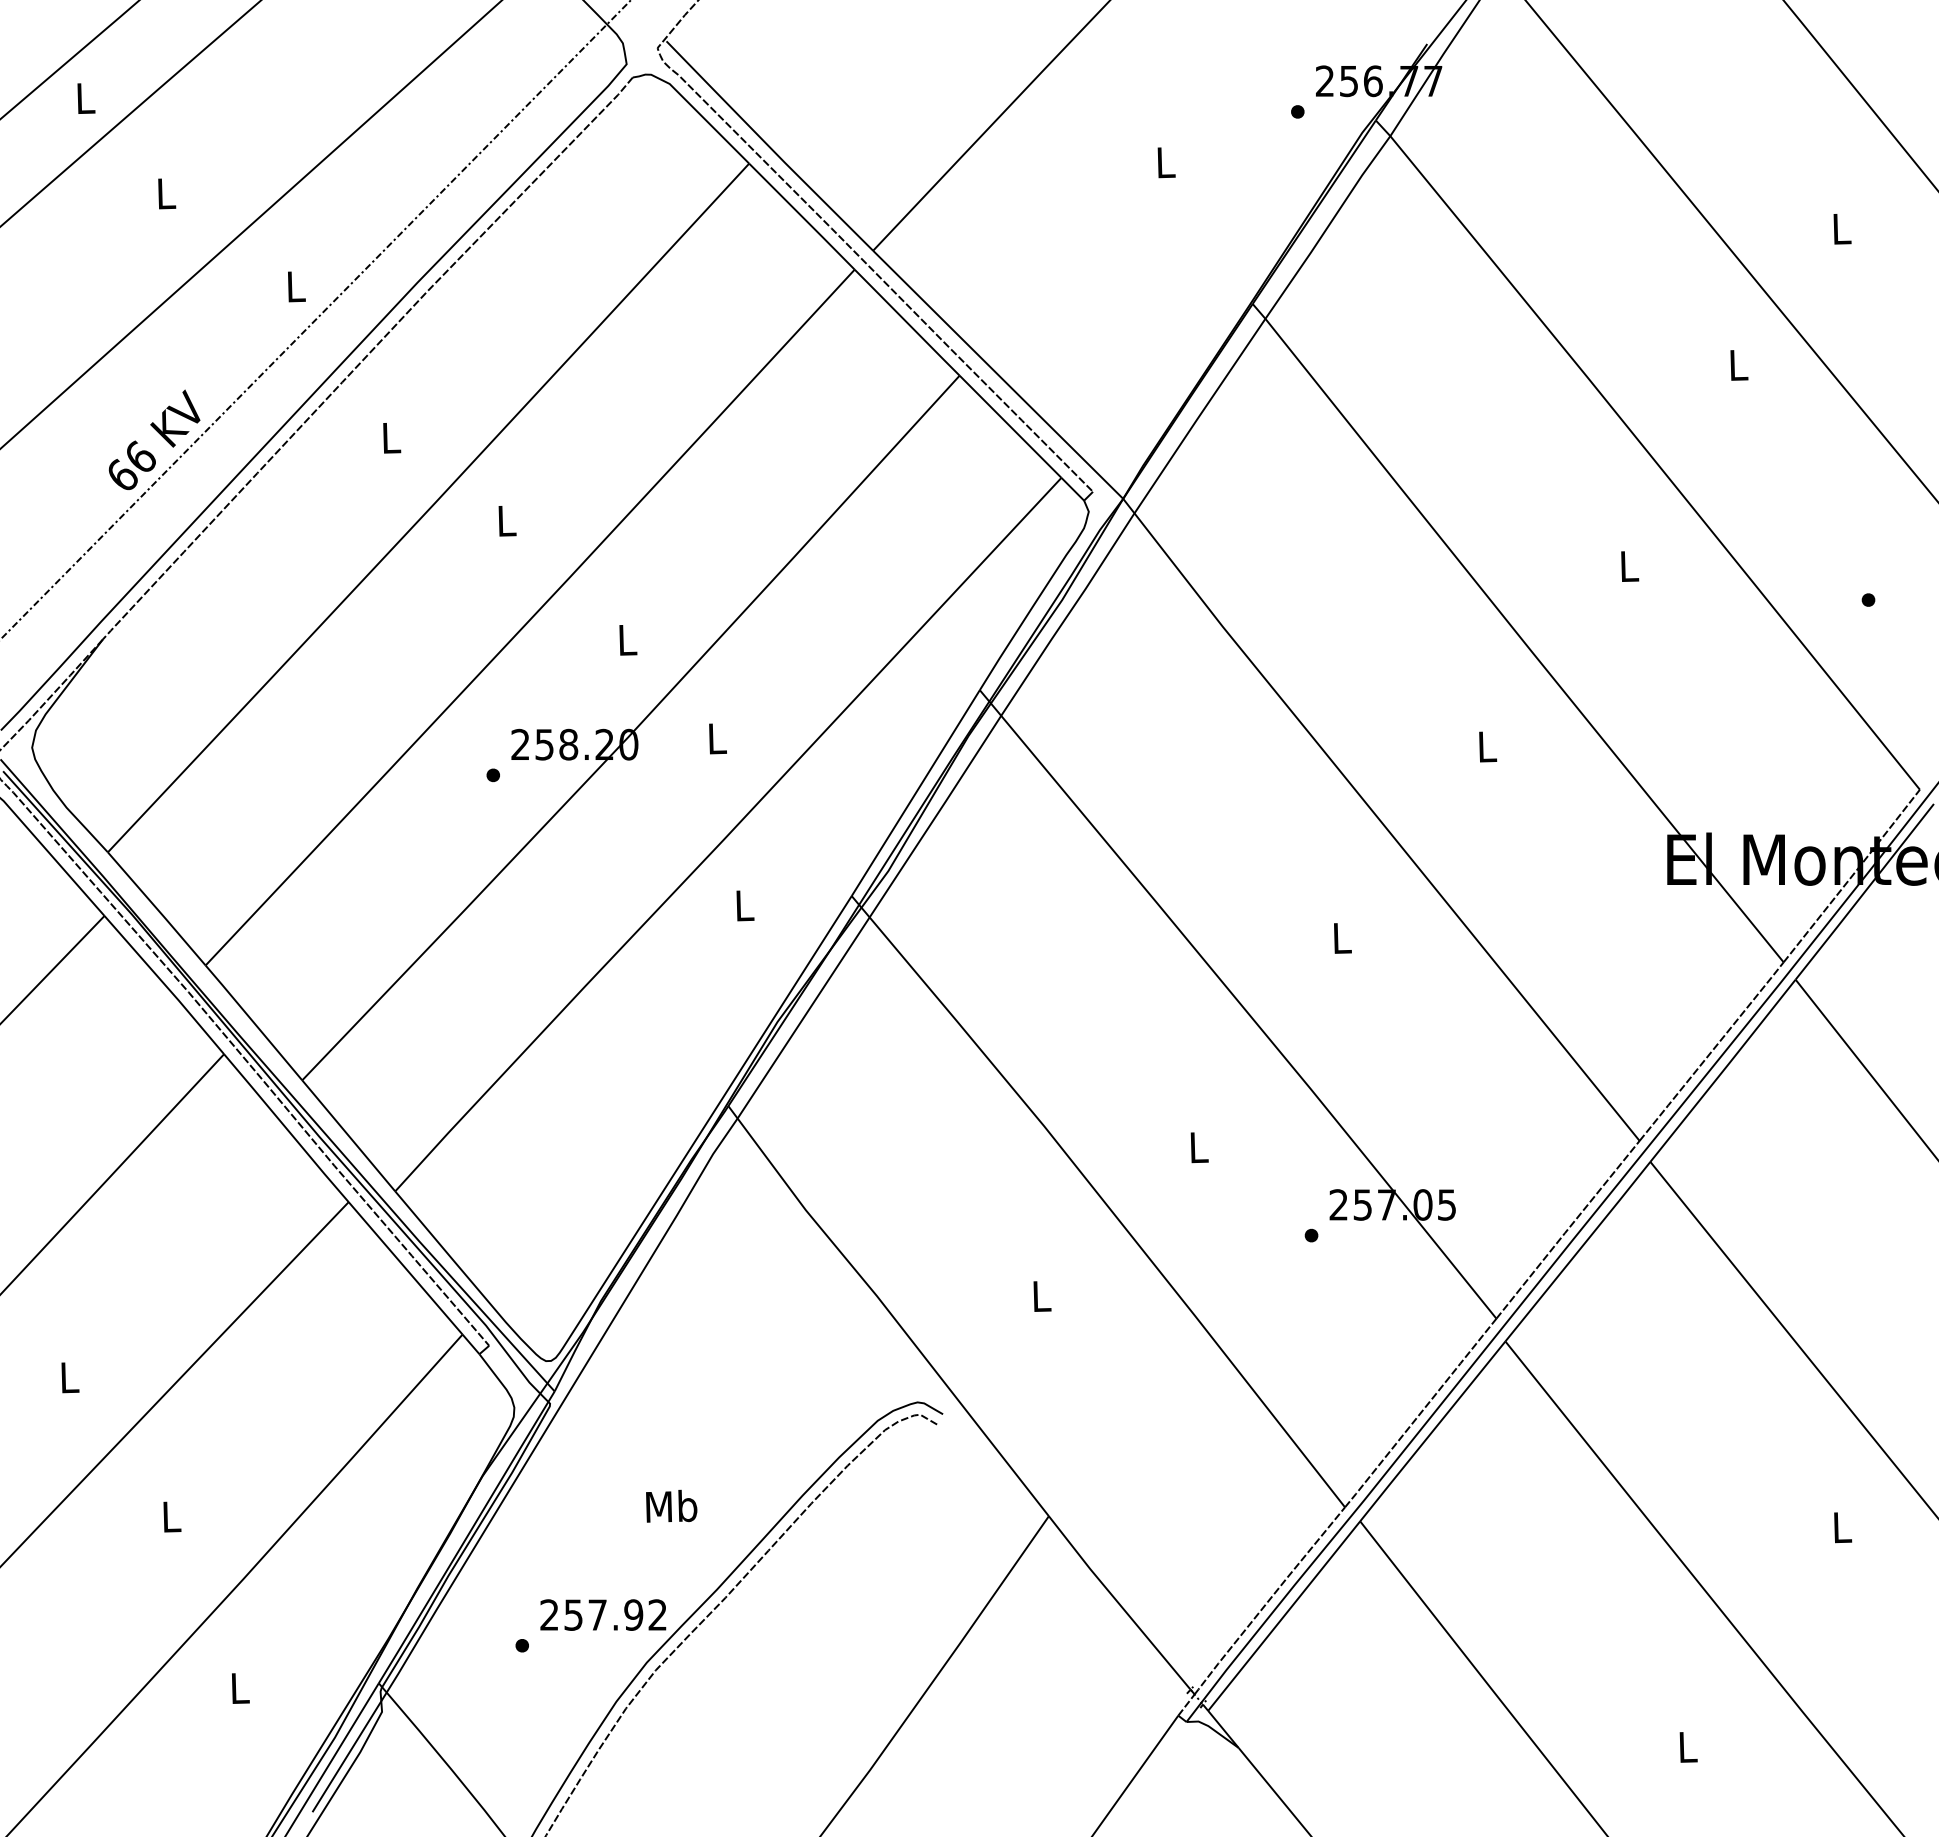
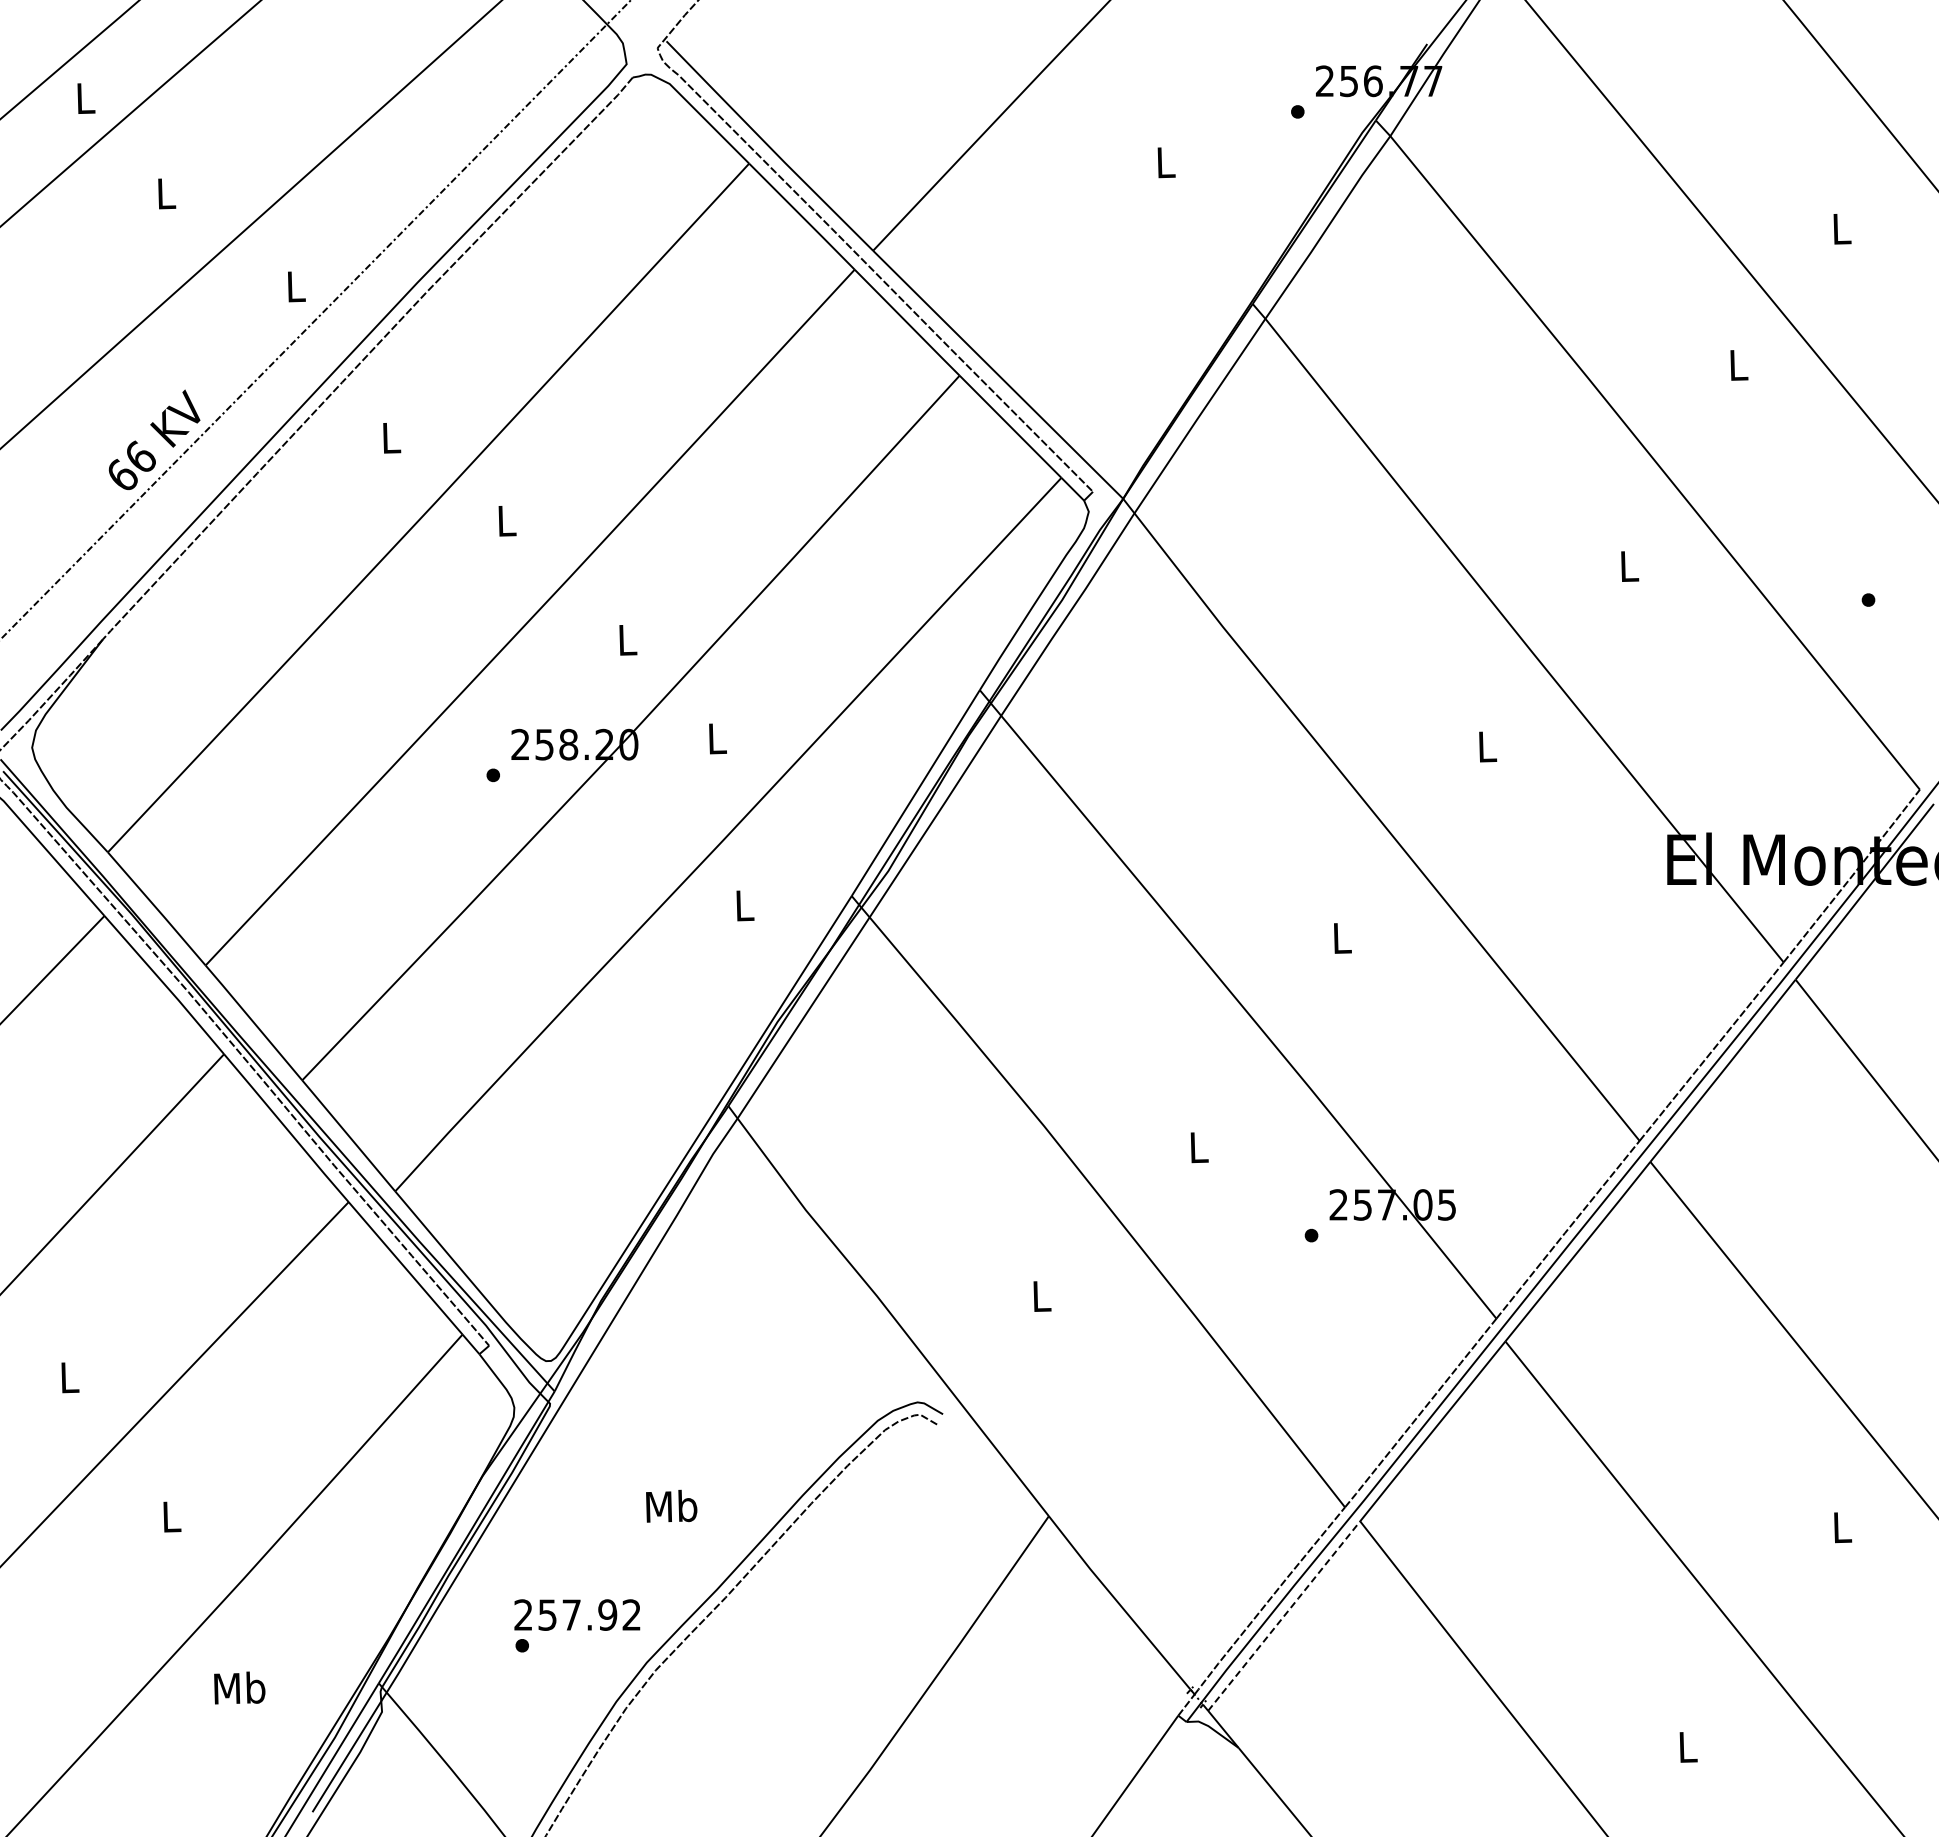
text at (603, 1614) position: (603, 1614) -> (577, 1614)
line at (1284, 1615): solid -> dashed
text at (239, 1687): L -> Mb
